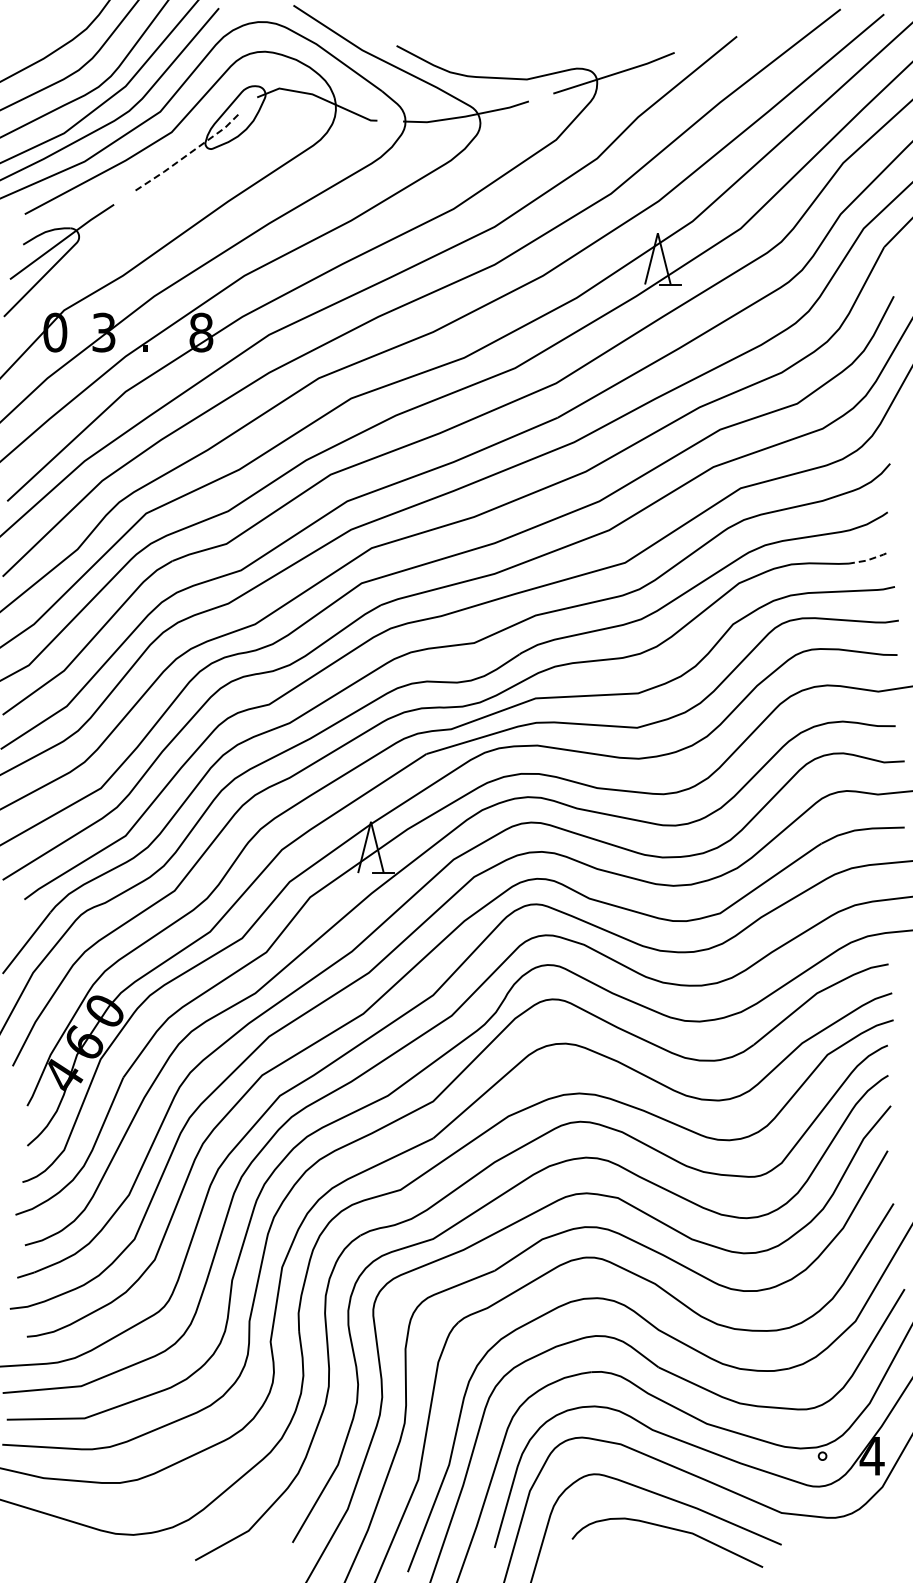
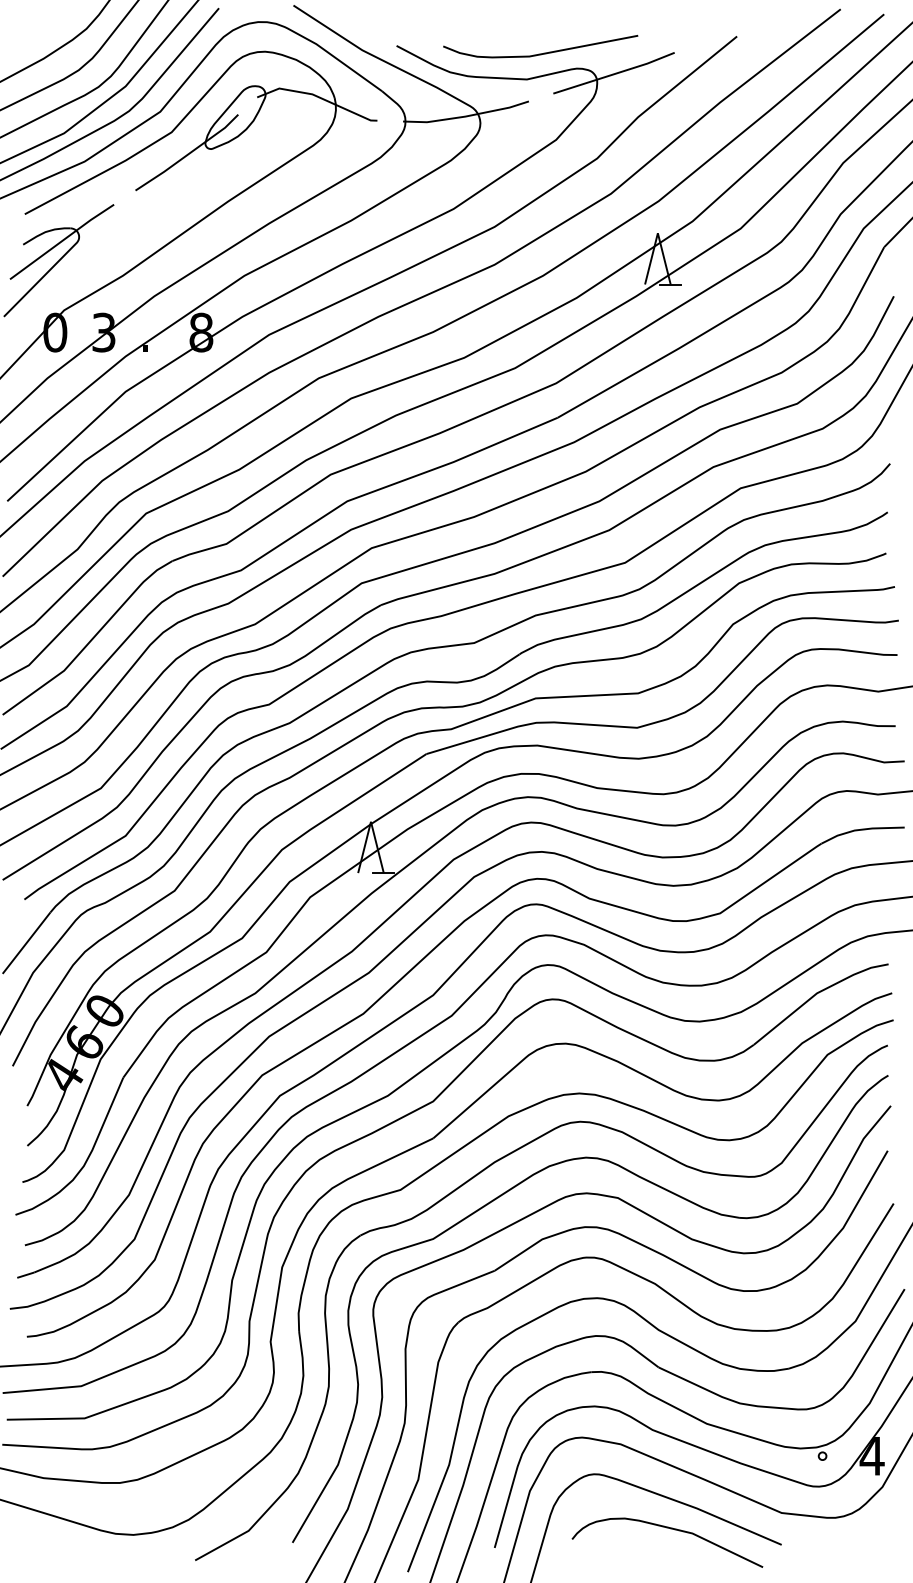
curve at (543, 52): none -> present
line at (188, 154): dashed -> solid
line at (868, 559): dashed -> solid
